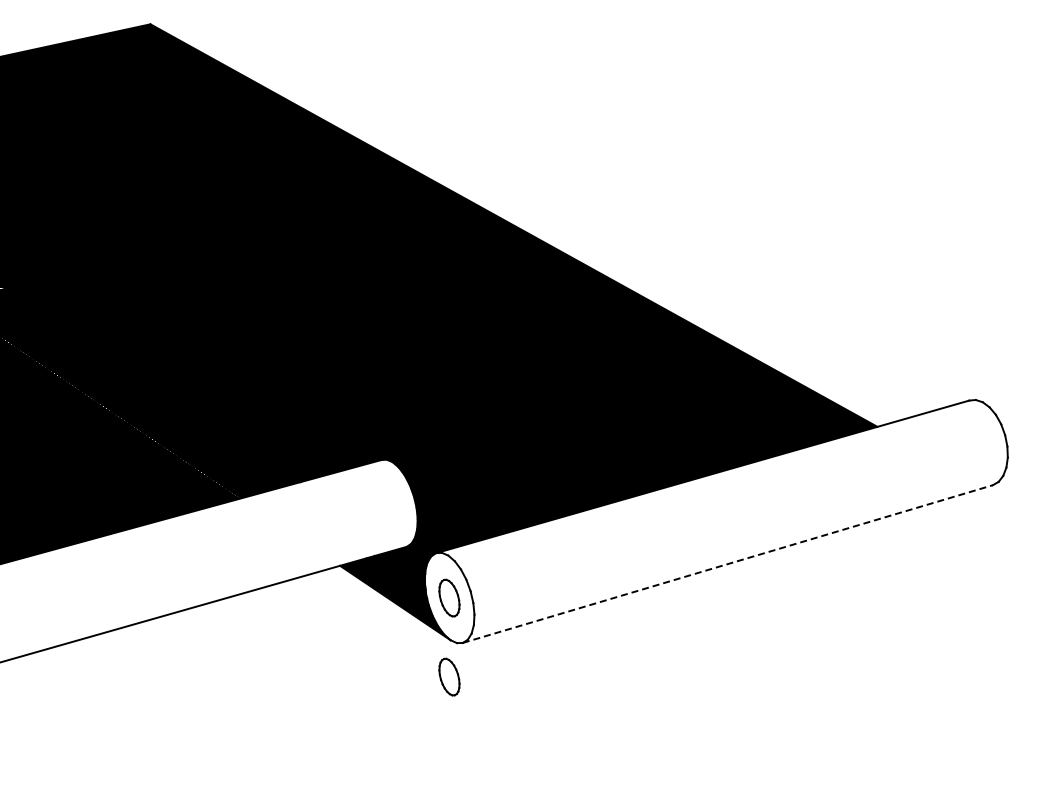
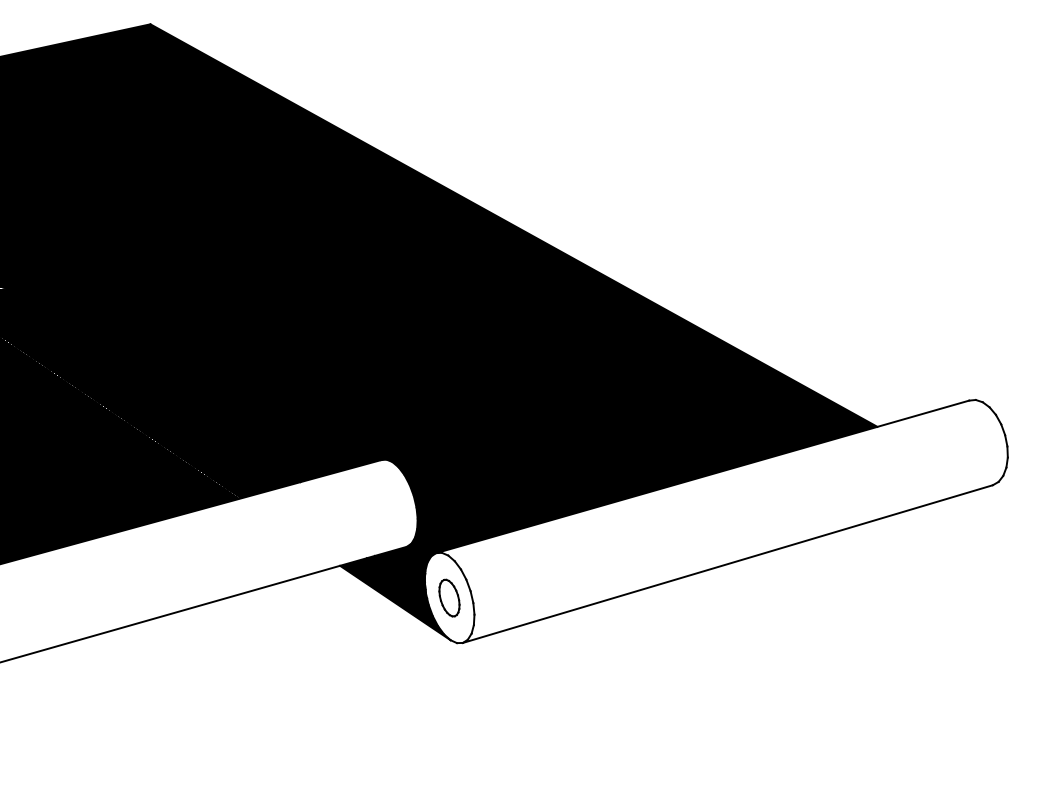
line at (728, 563): dashed -> solid
part at (449, 676): present -> none
